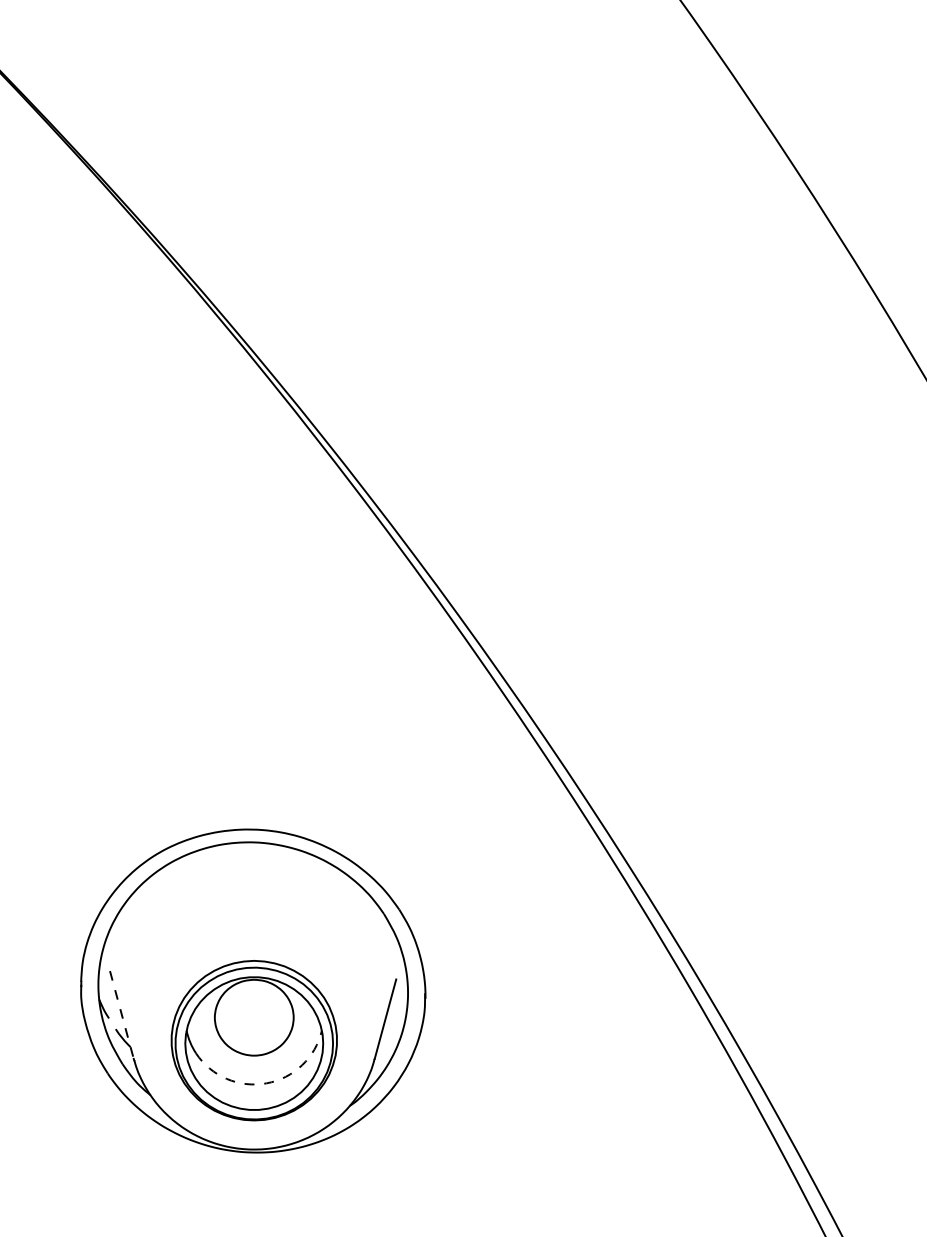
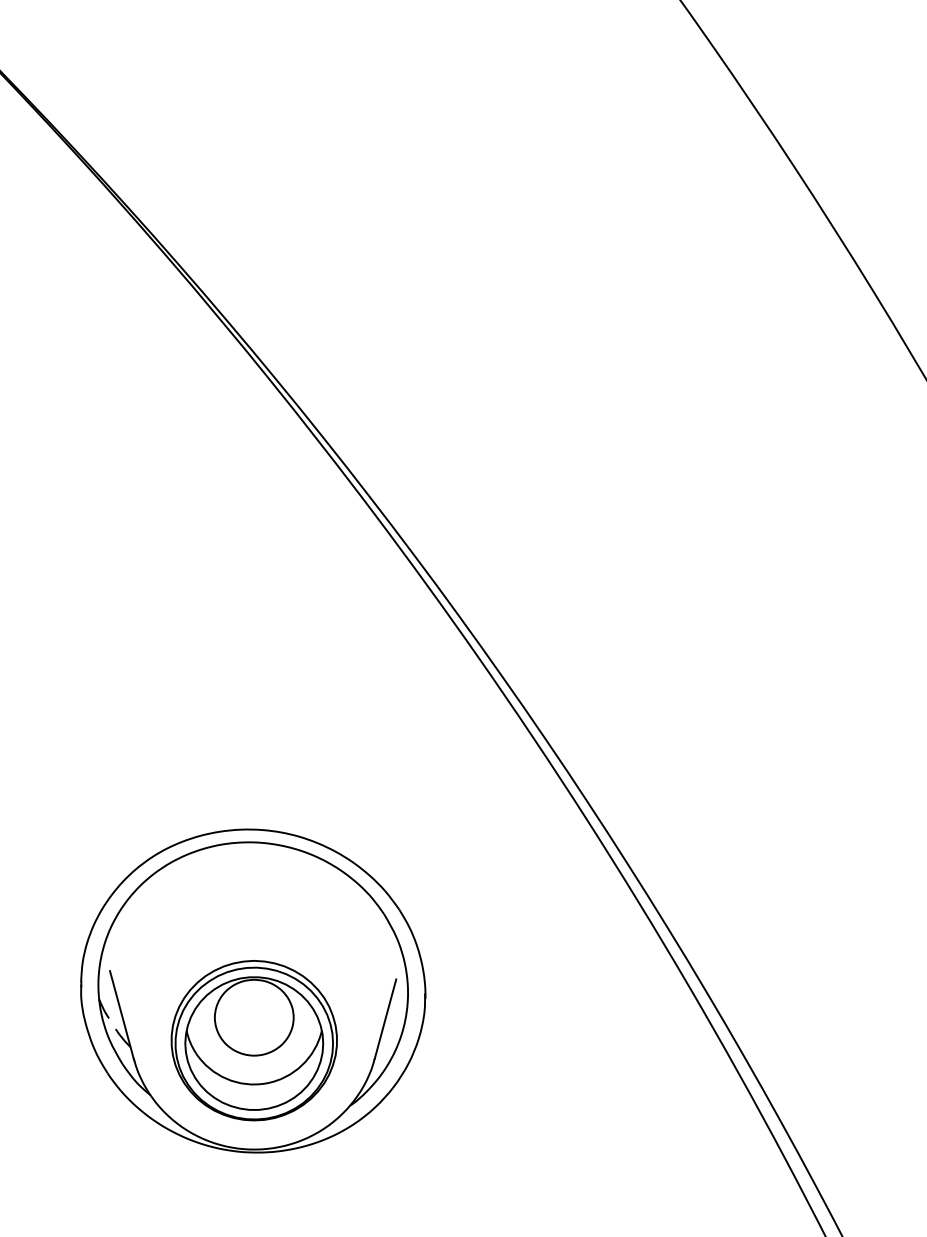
line at (122, 1015): dashed -> solid
arc at (266, 1083): dashed -> solid
